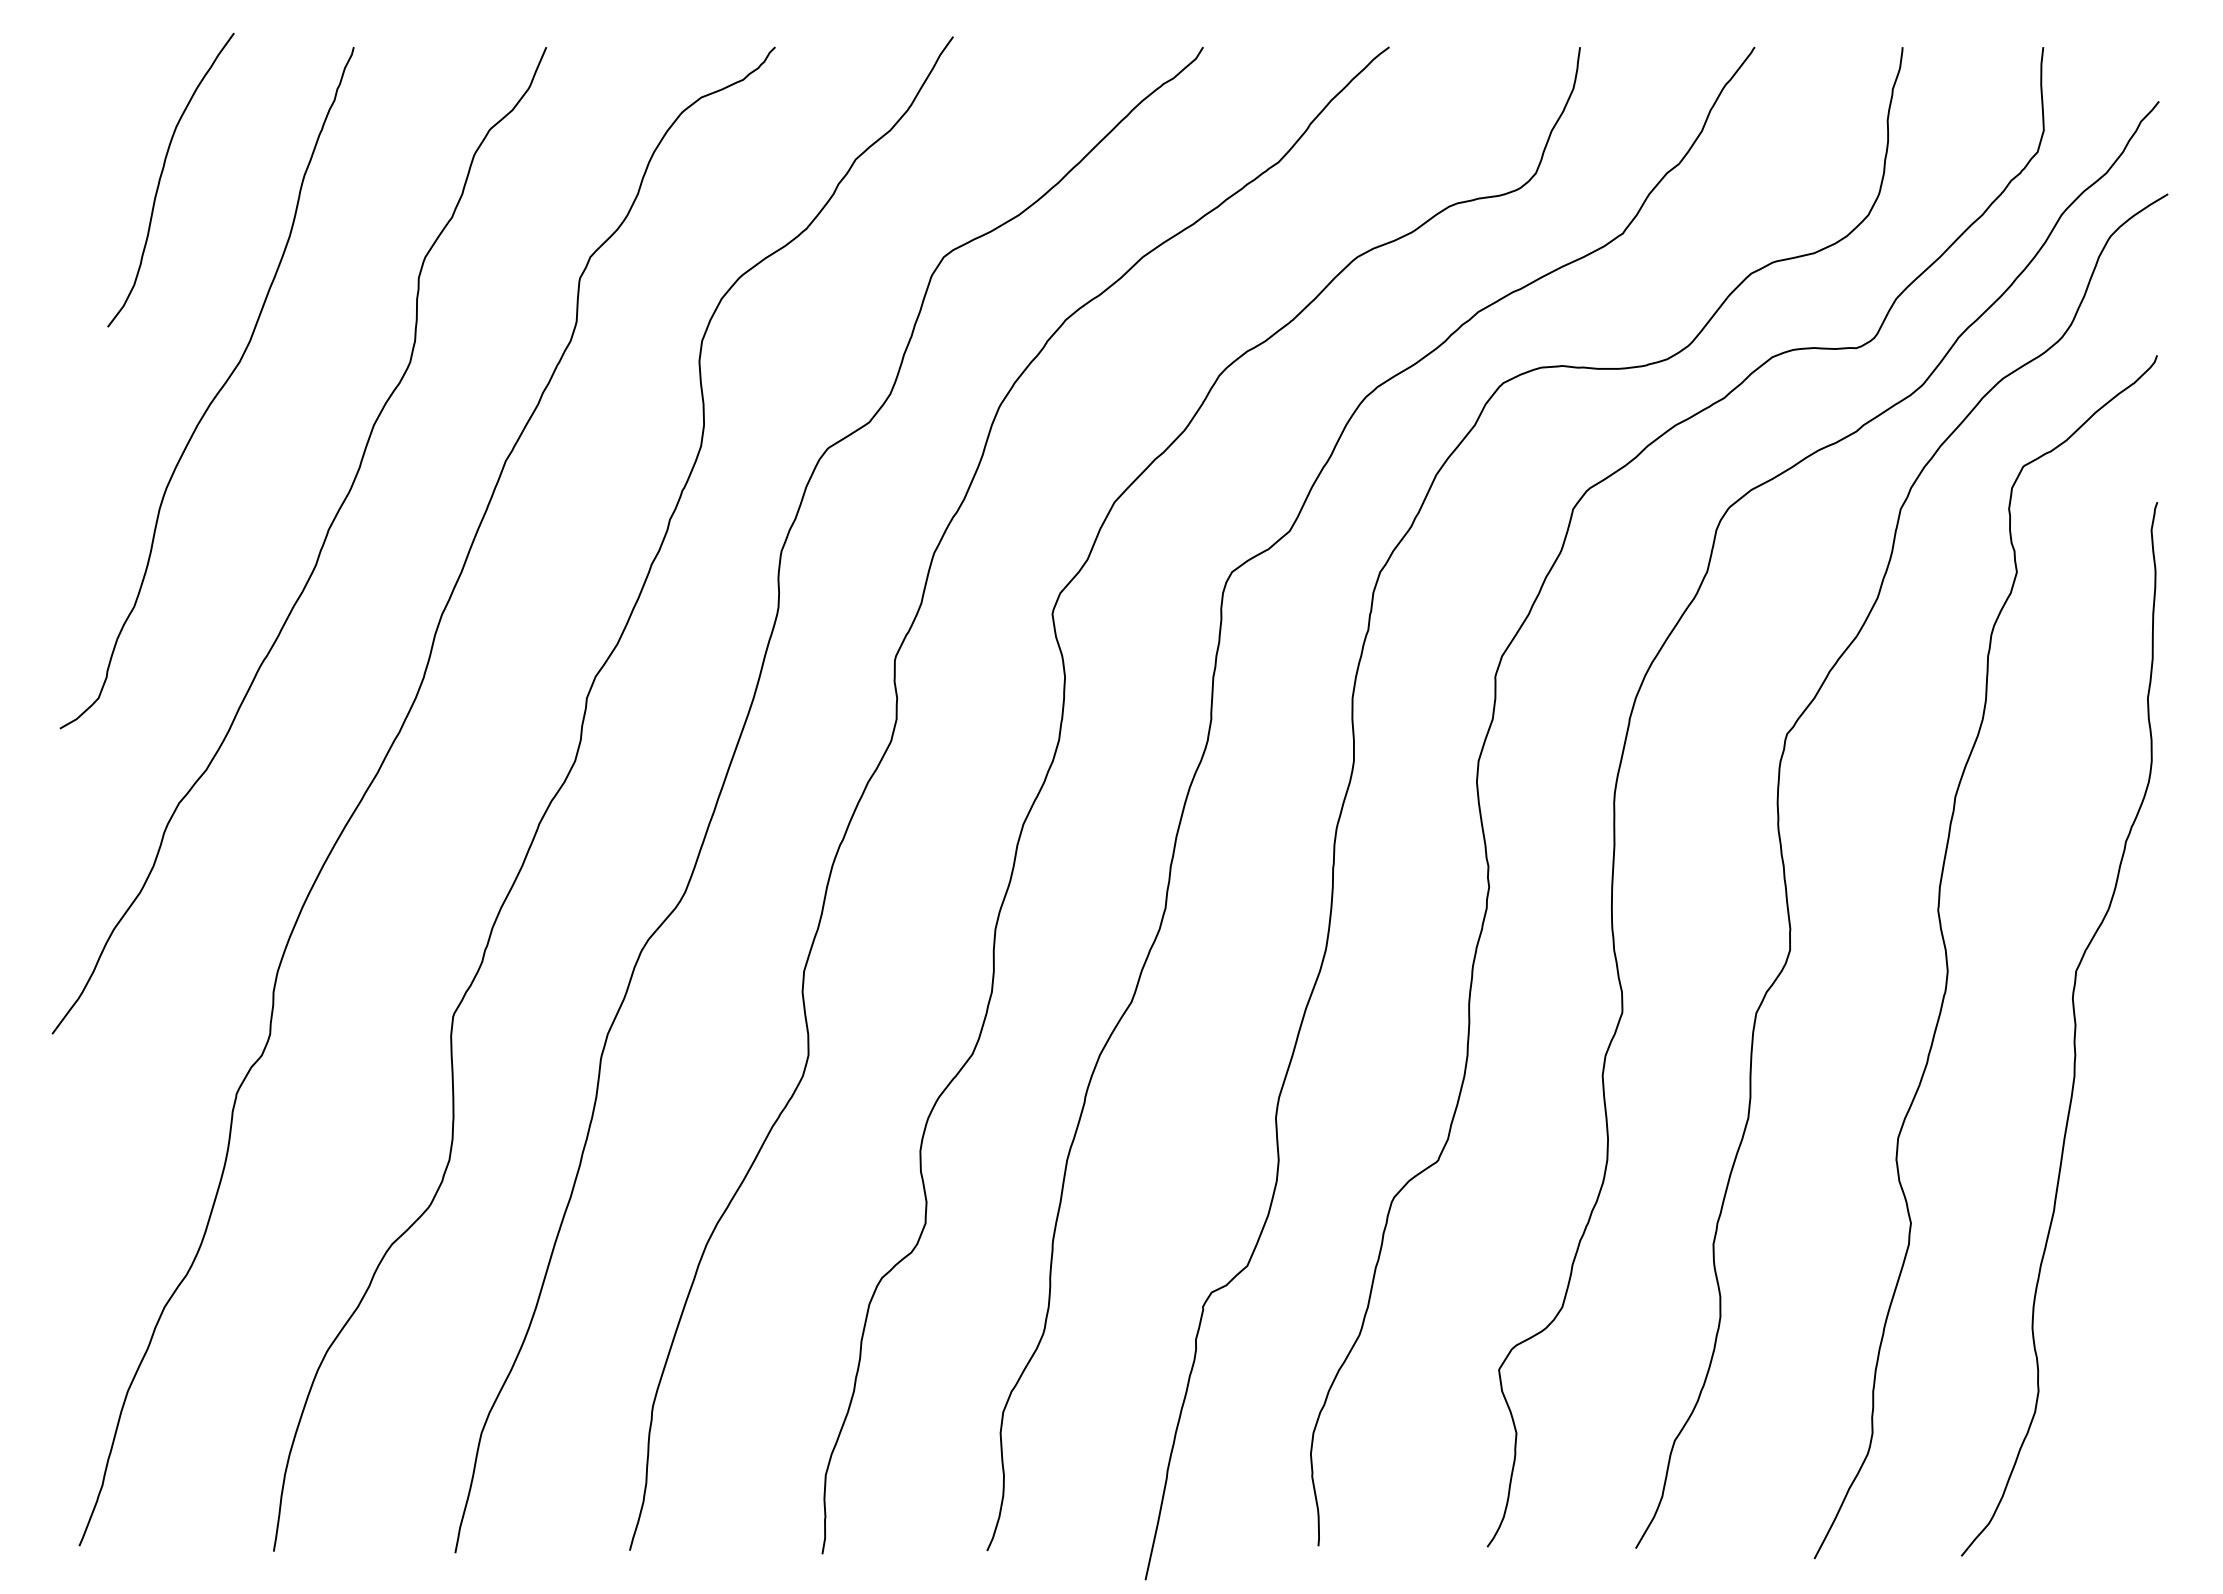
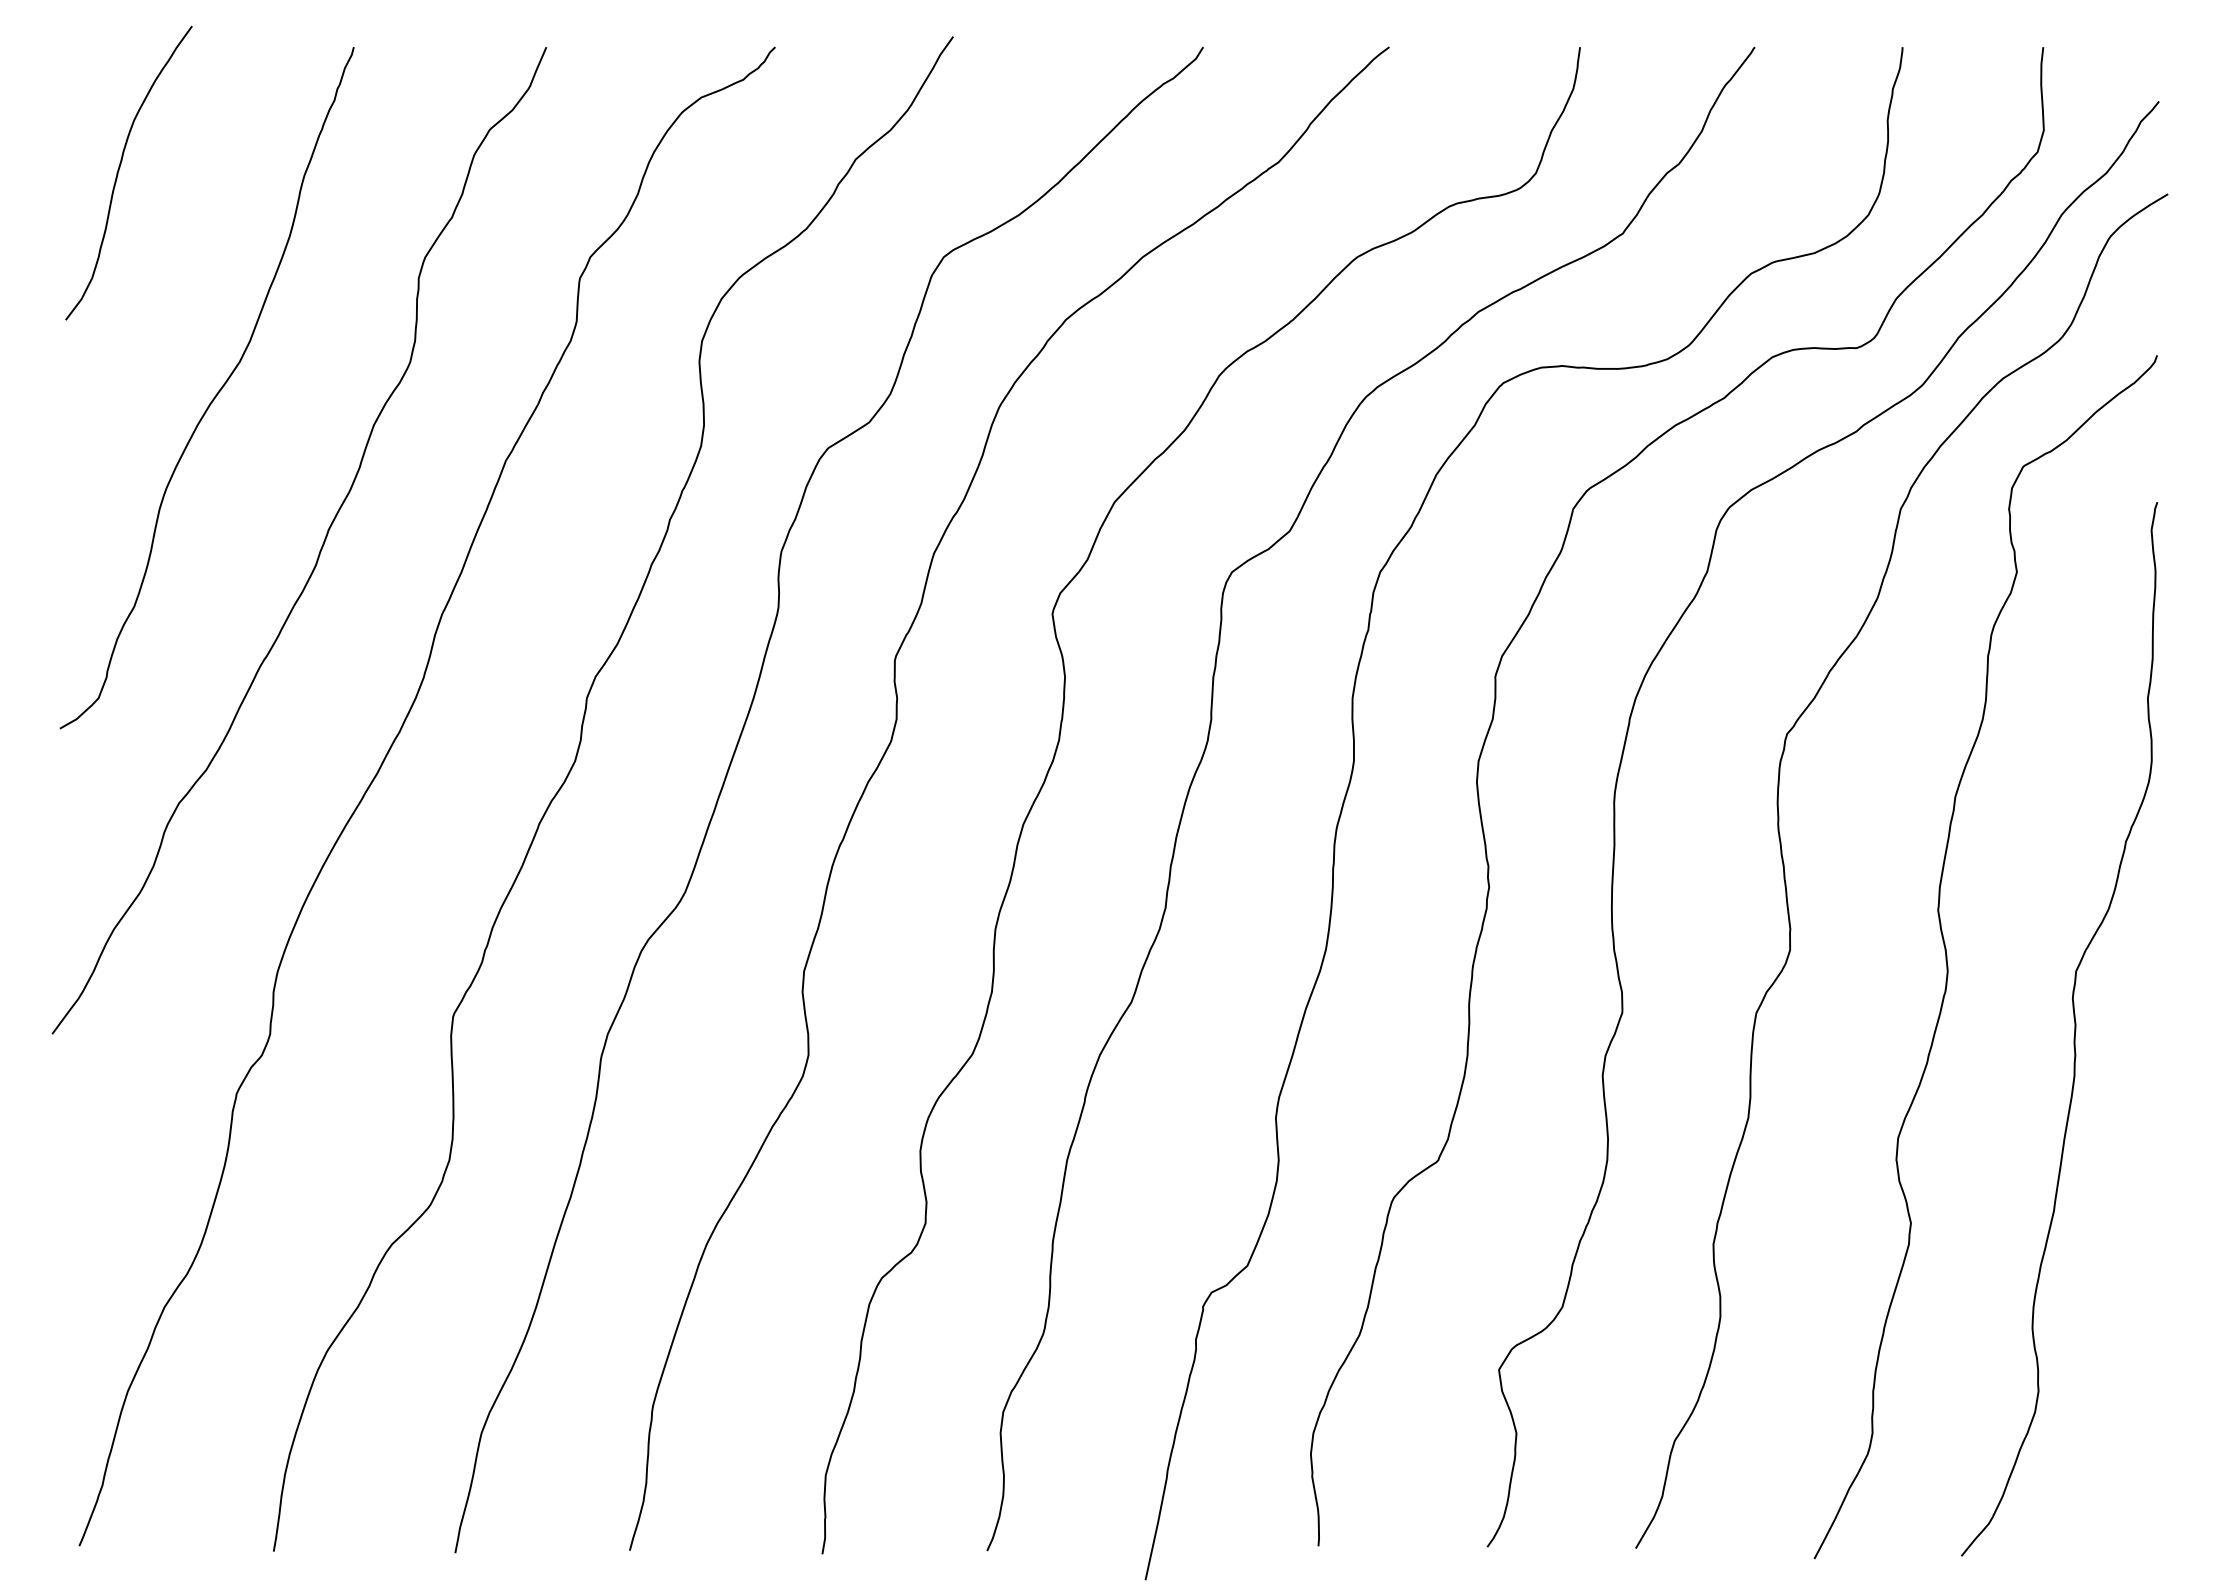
curve at (161, 178) position: (161, 178) -> (119, 171)
